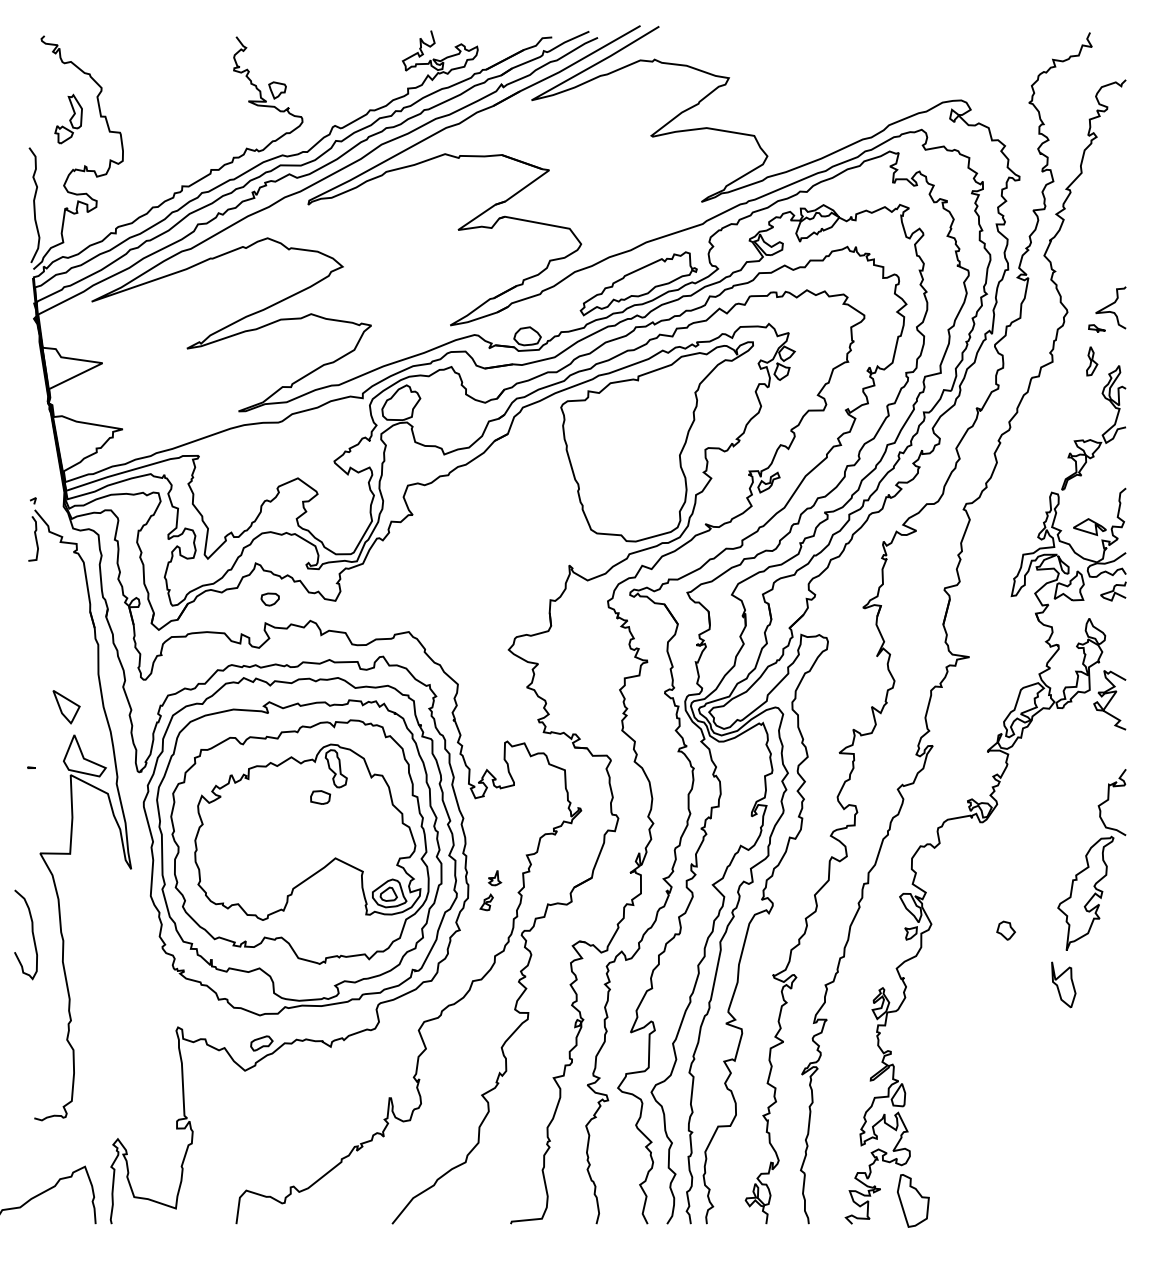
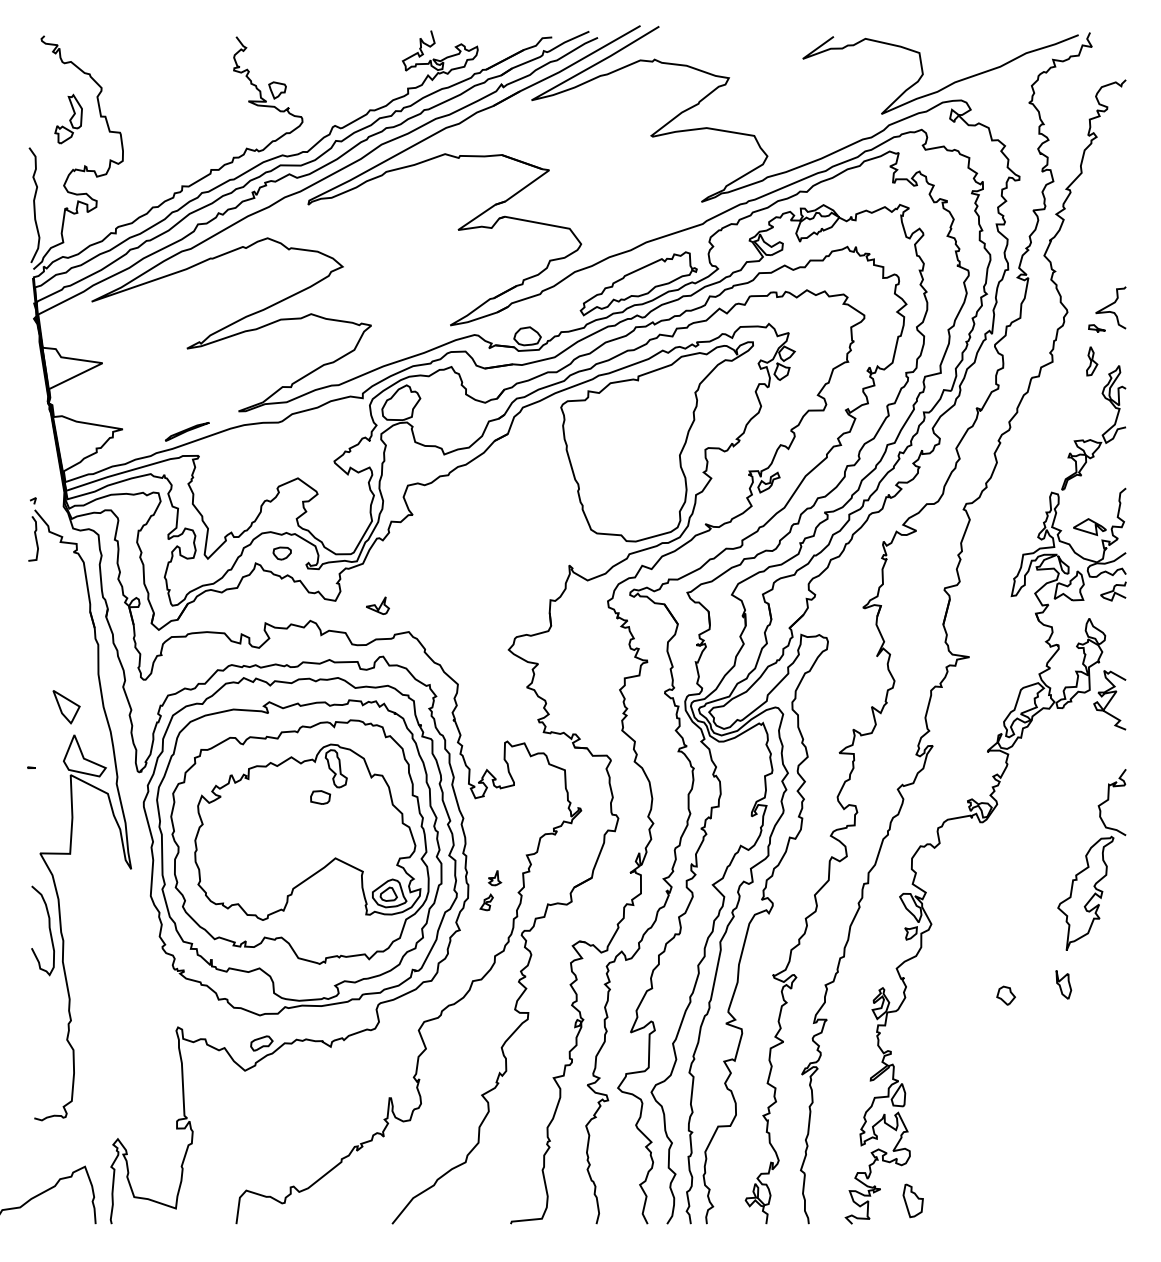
curve at (946, 85): none -> present
part at (187, 431): none -> present
part at (269, 599) position: (269, 599) -> (281, 553)
part at (377, 605): none -> present
part at (1005, 930) position: (1005, 930) -> (1005, 995)
curve at (31, 932) position: (31, 932) -> (48, 928)
part at (1063, 984) size: 26x48 px -> 18x30 px
part at (913, 1200) size: 33x54 px -> 22x36 px
